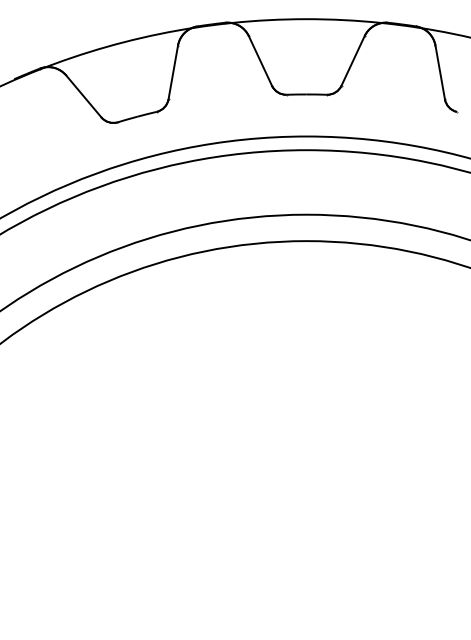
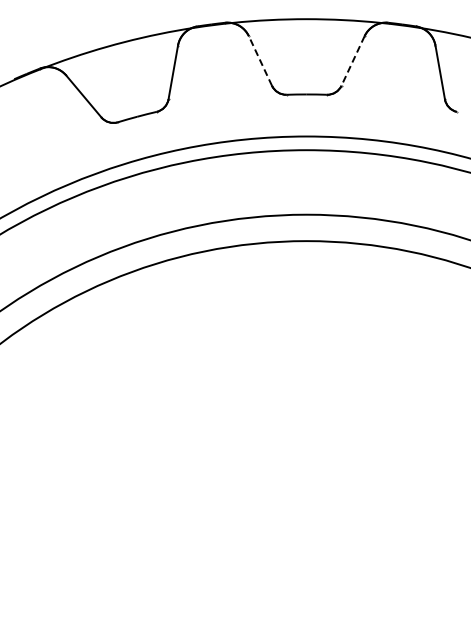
line at (260, 60): solid -> dashed
line at (352, 61): solid -> dashed
